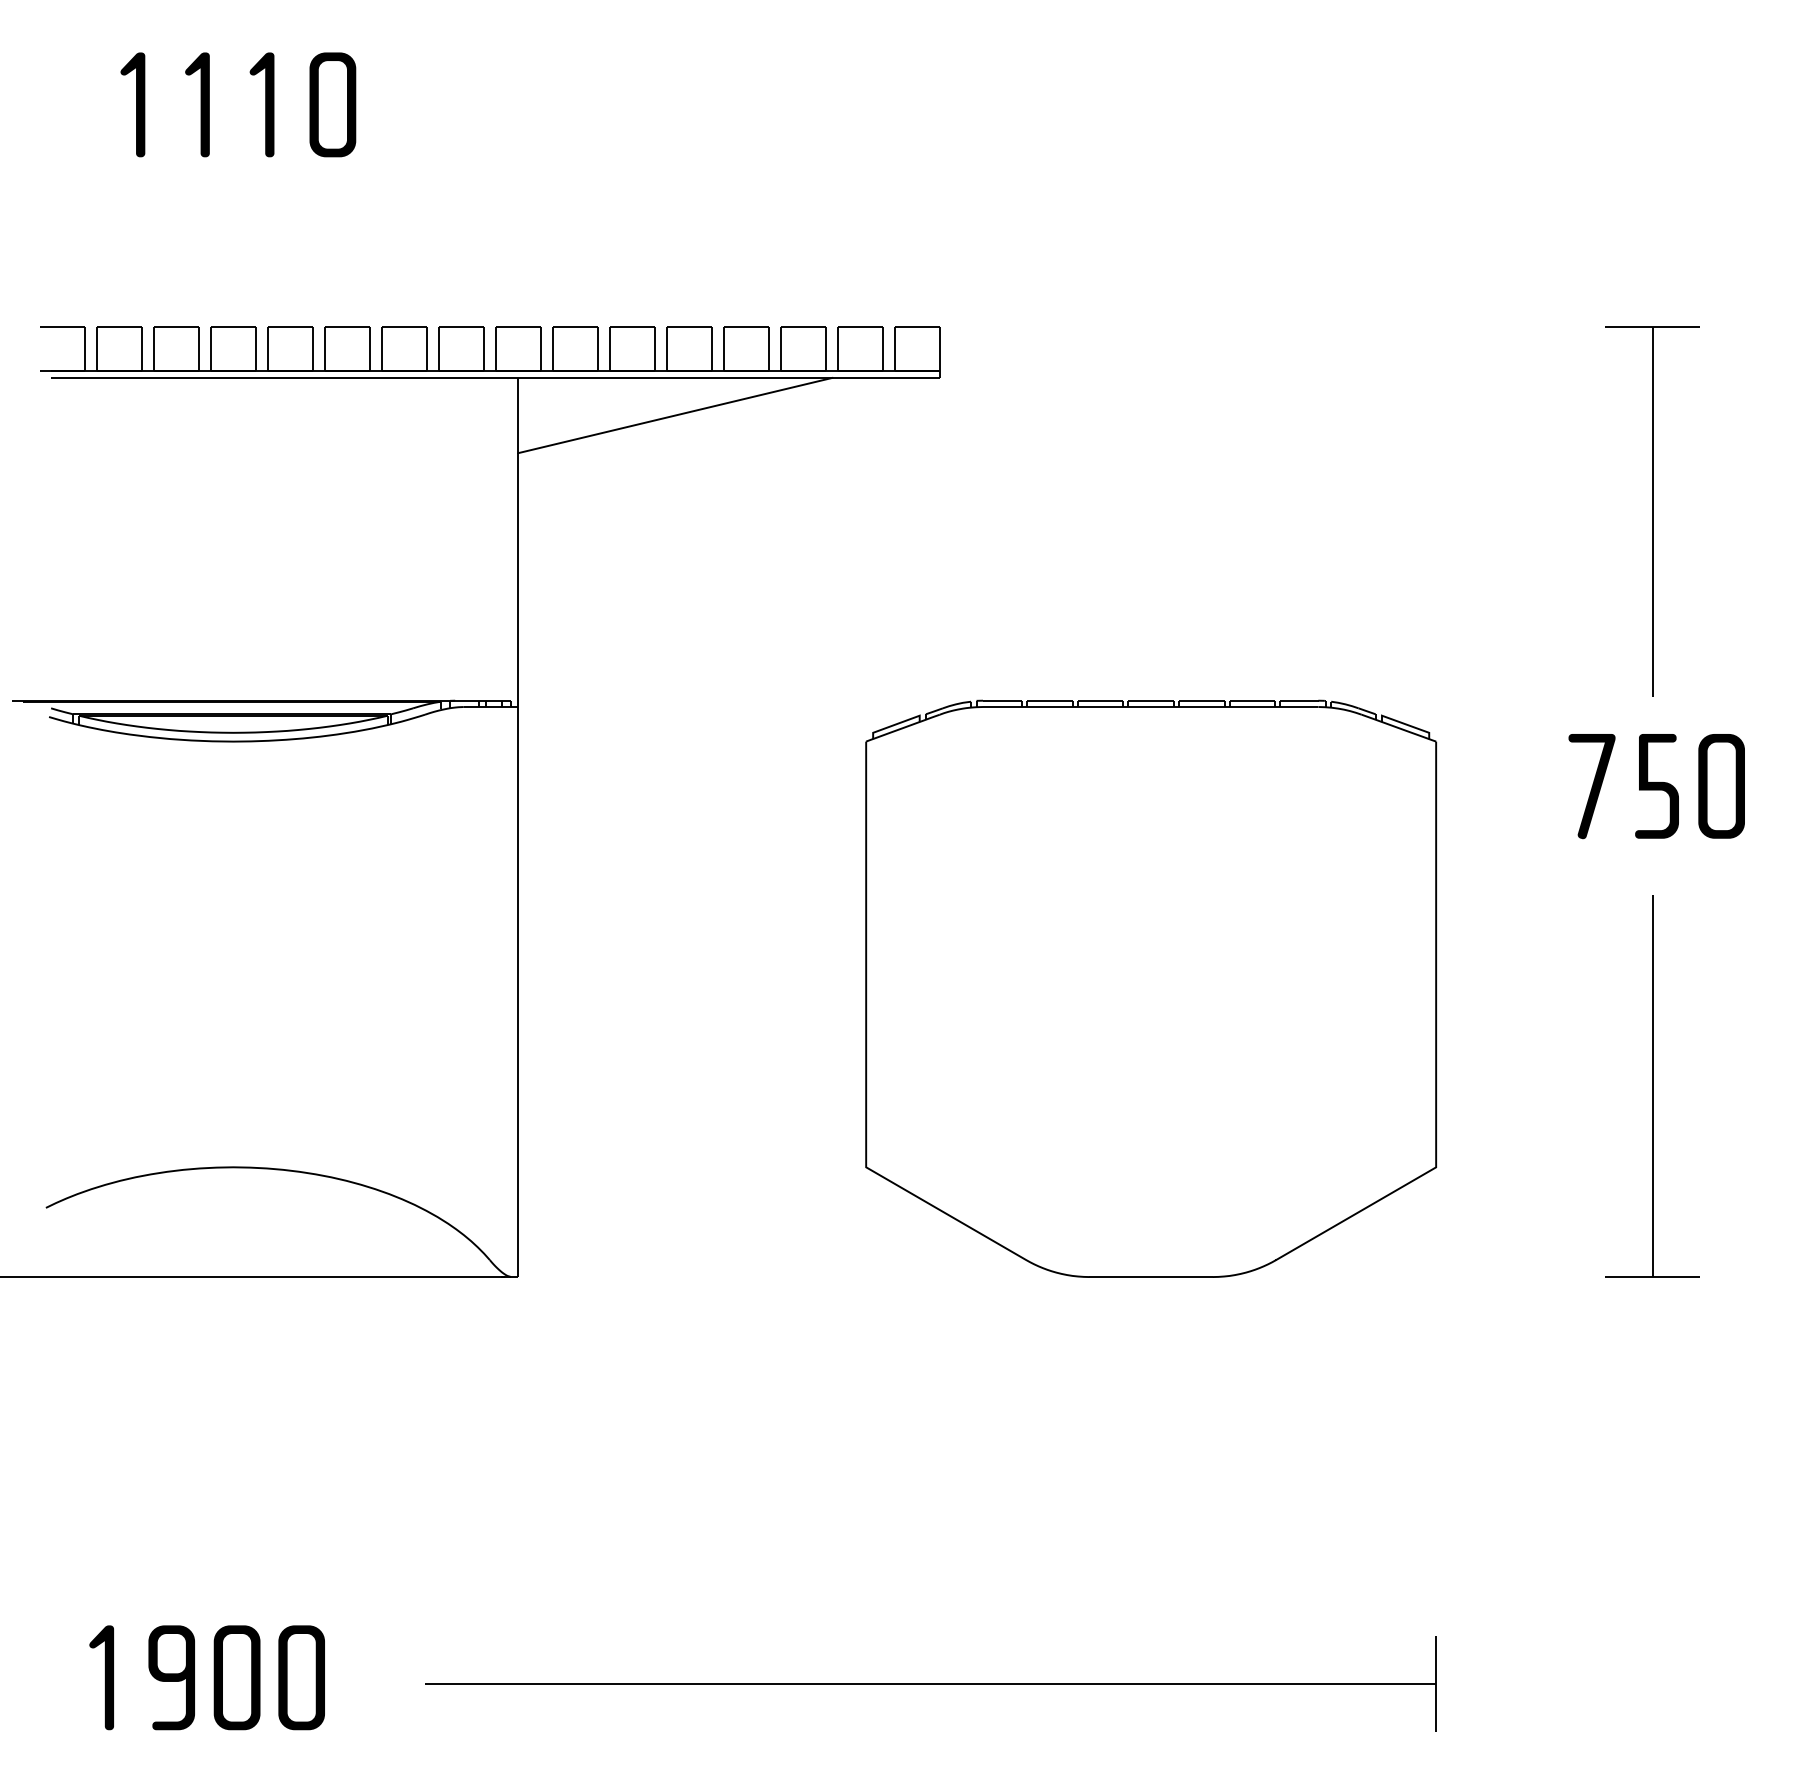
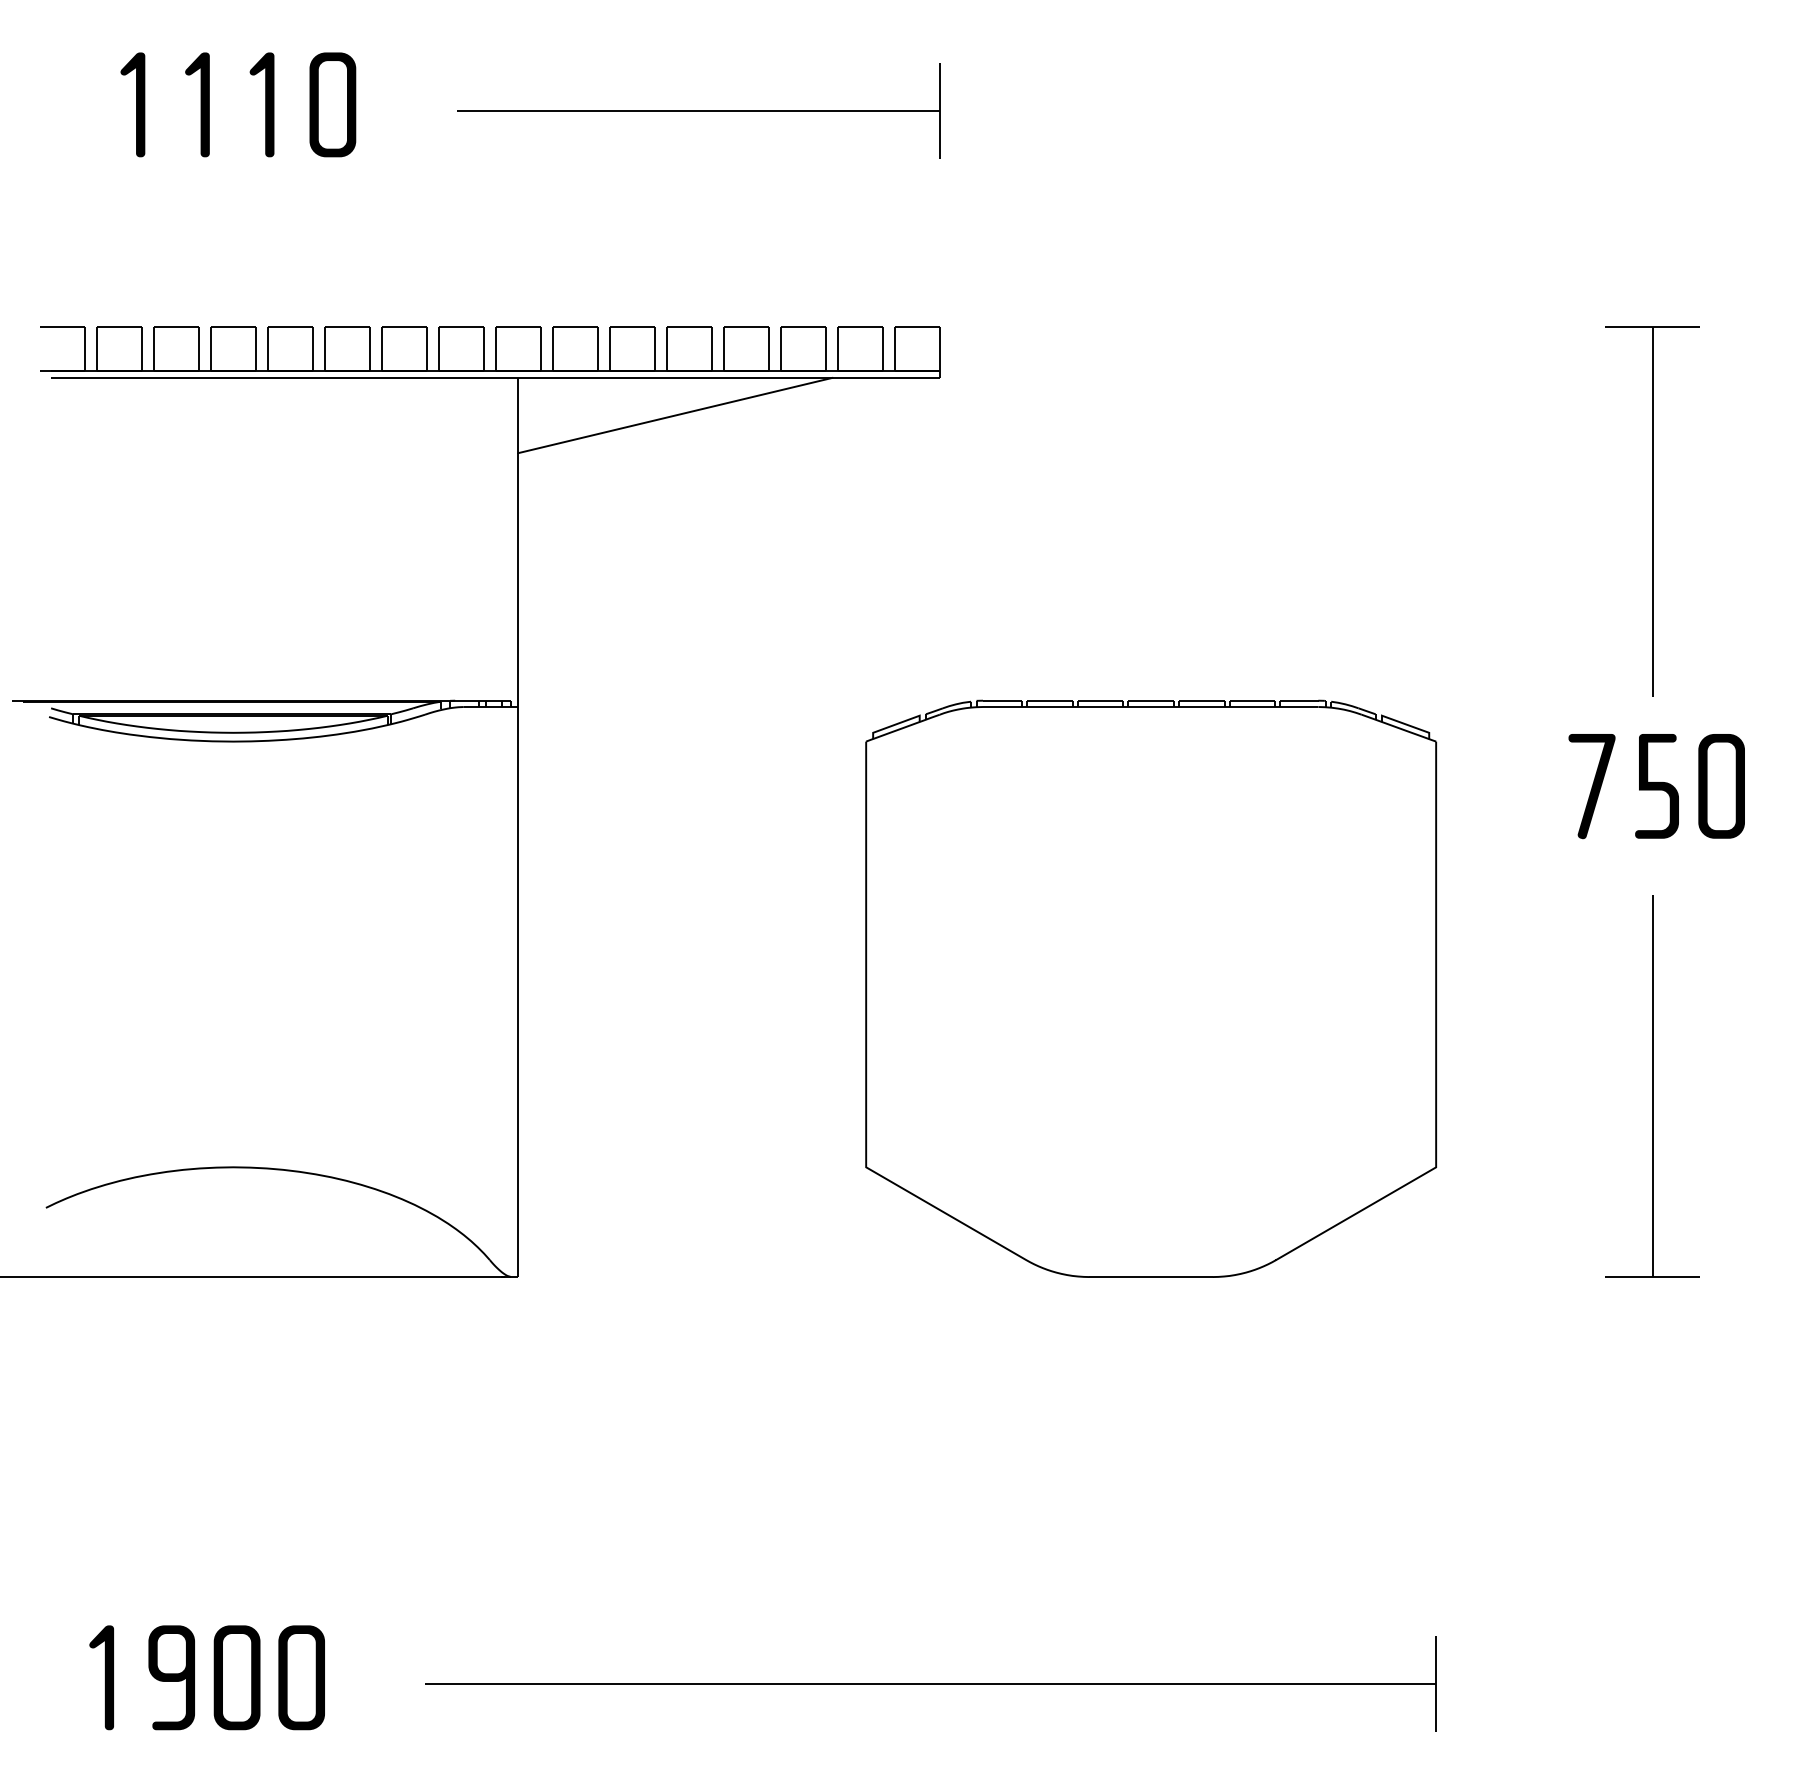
part at (698, 110): none -> present
